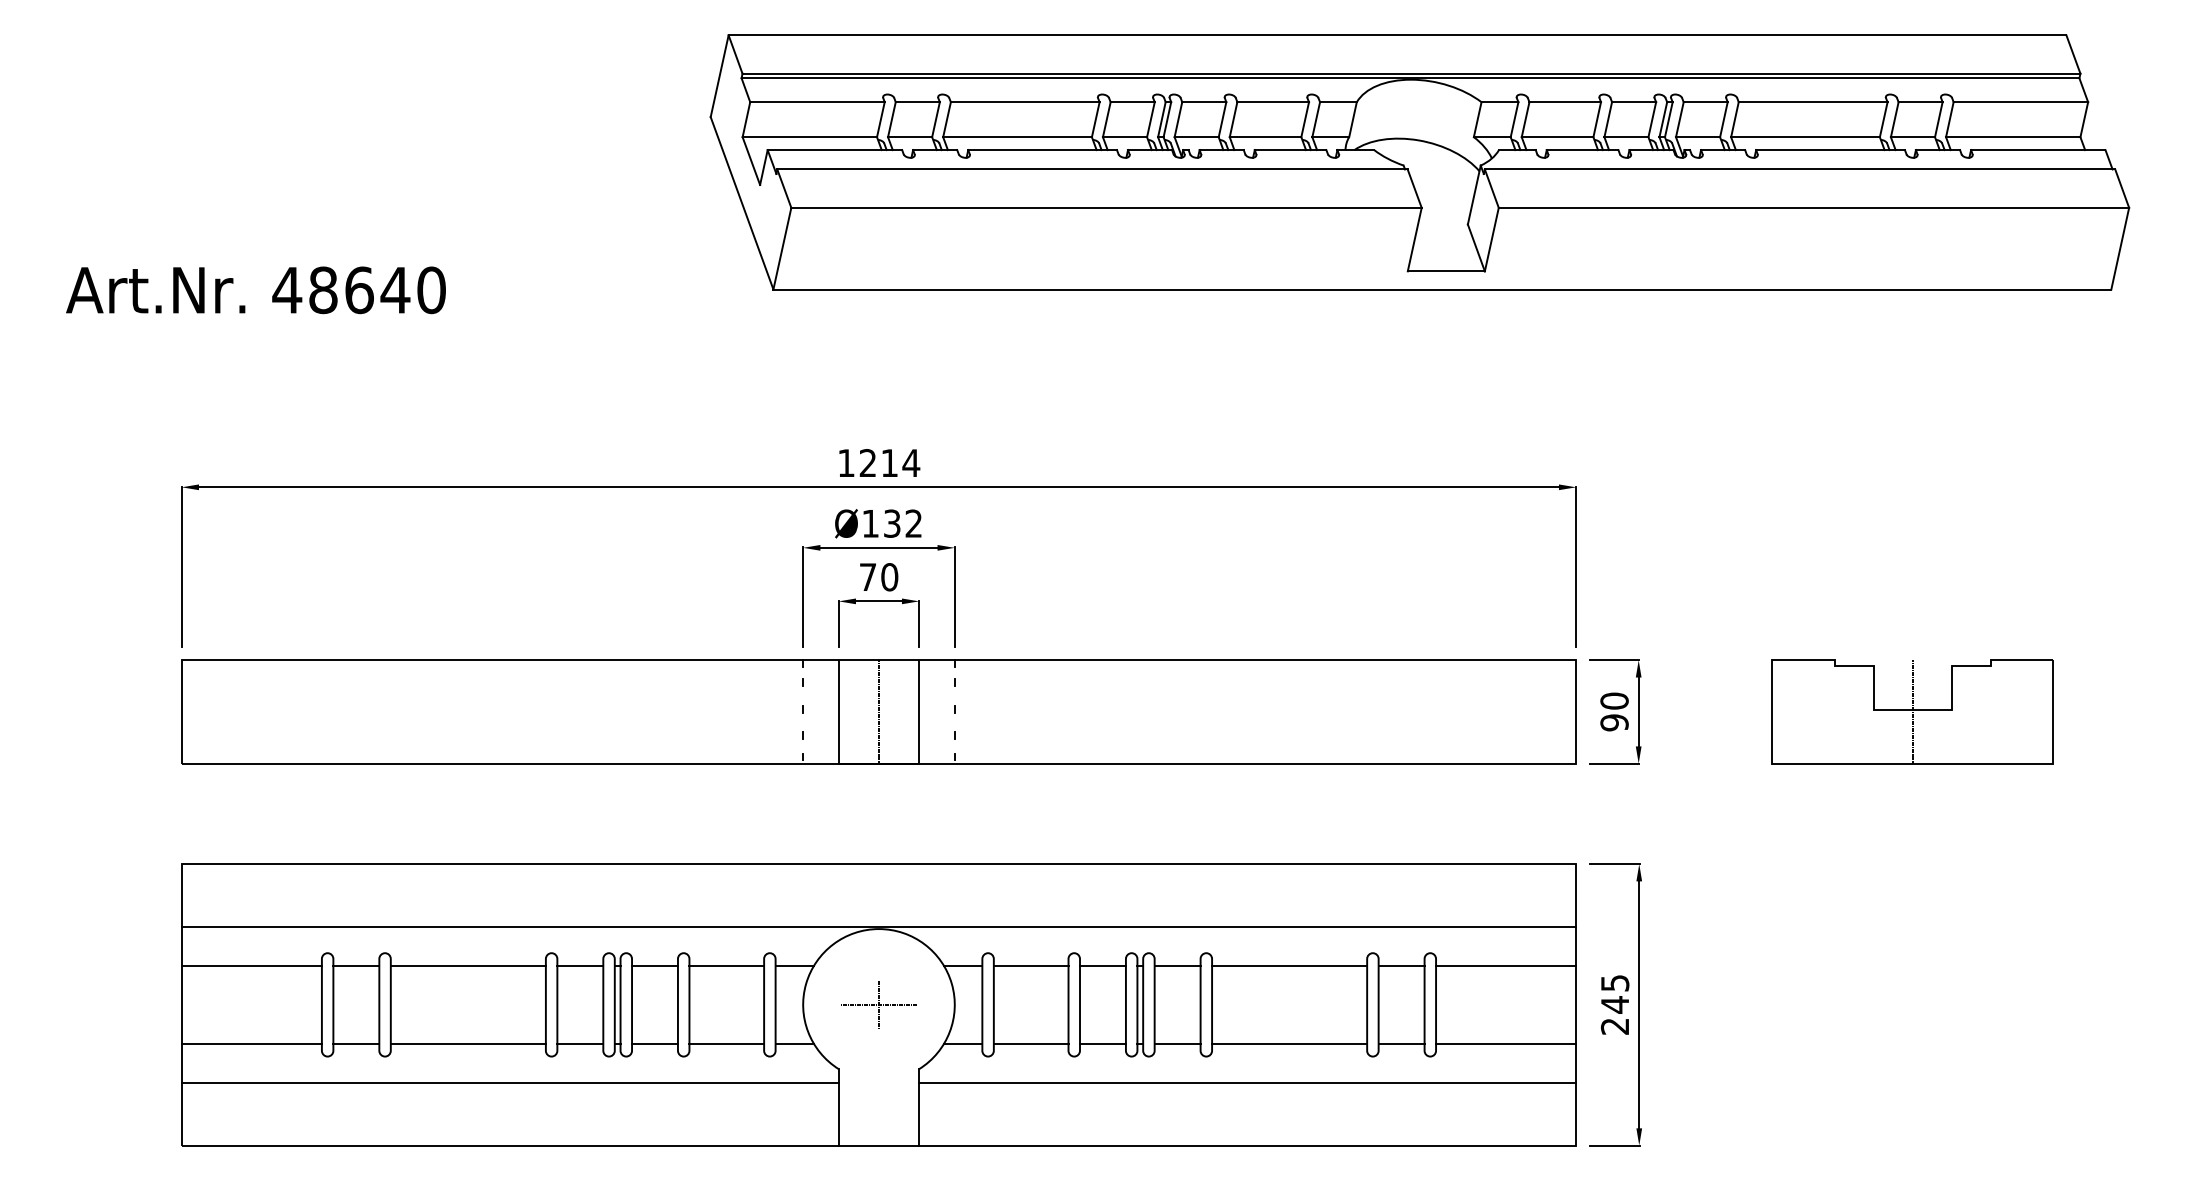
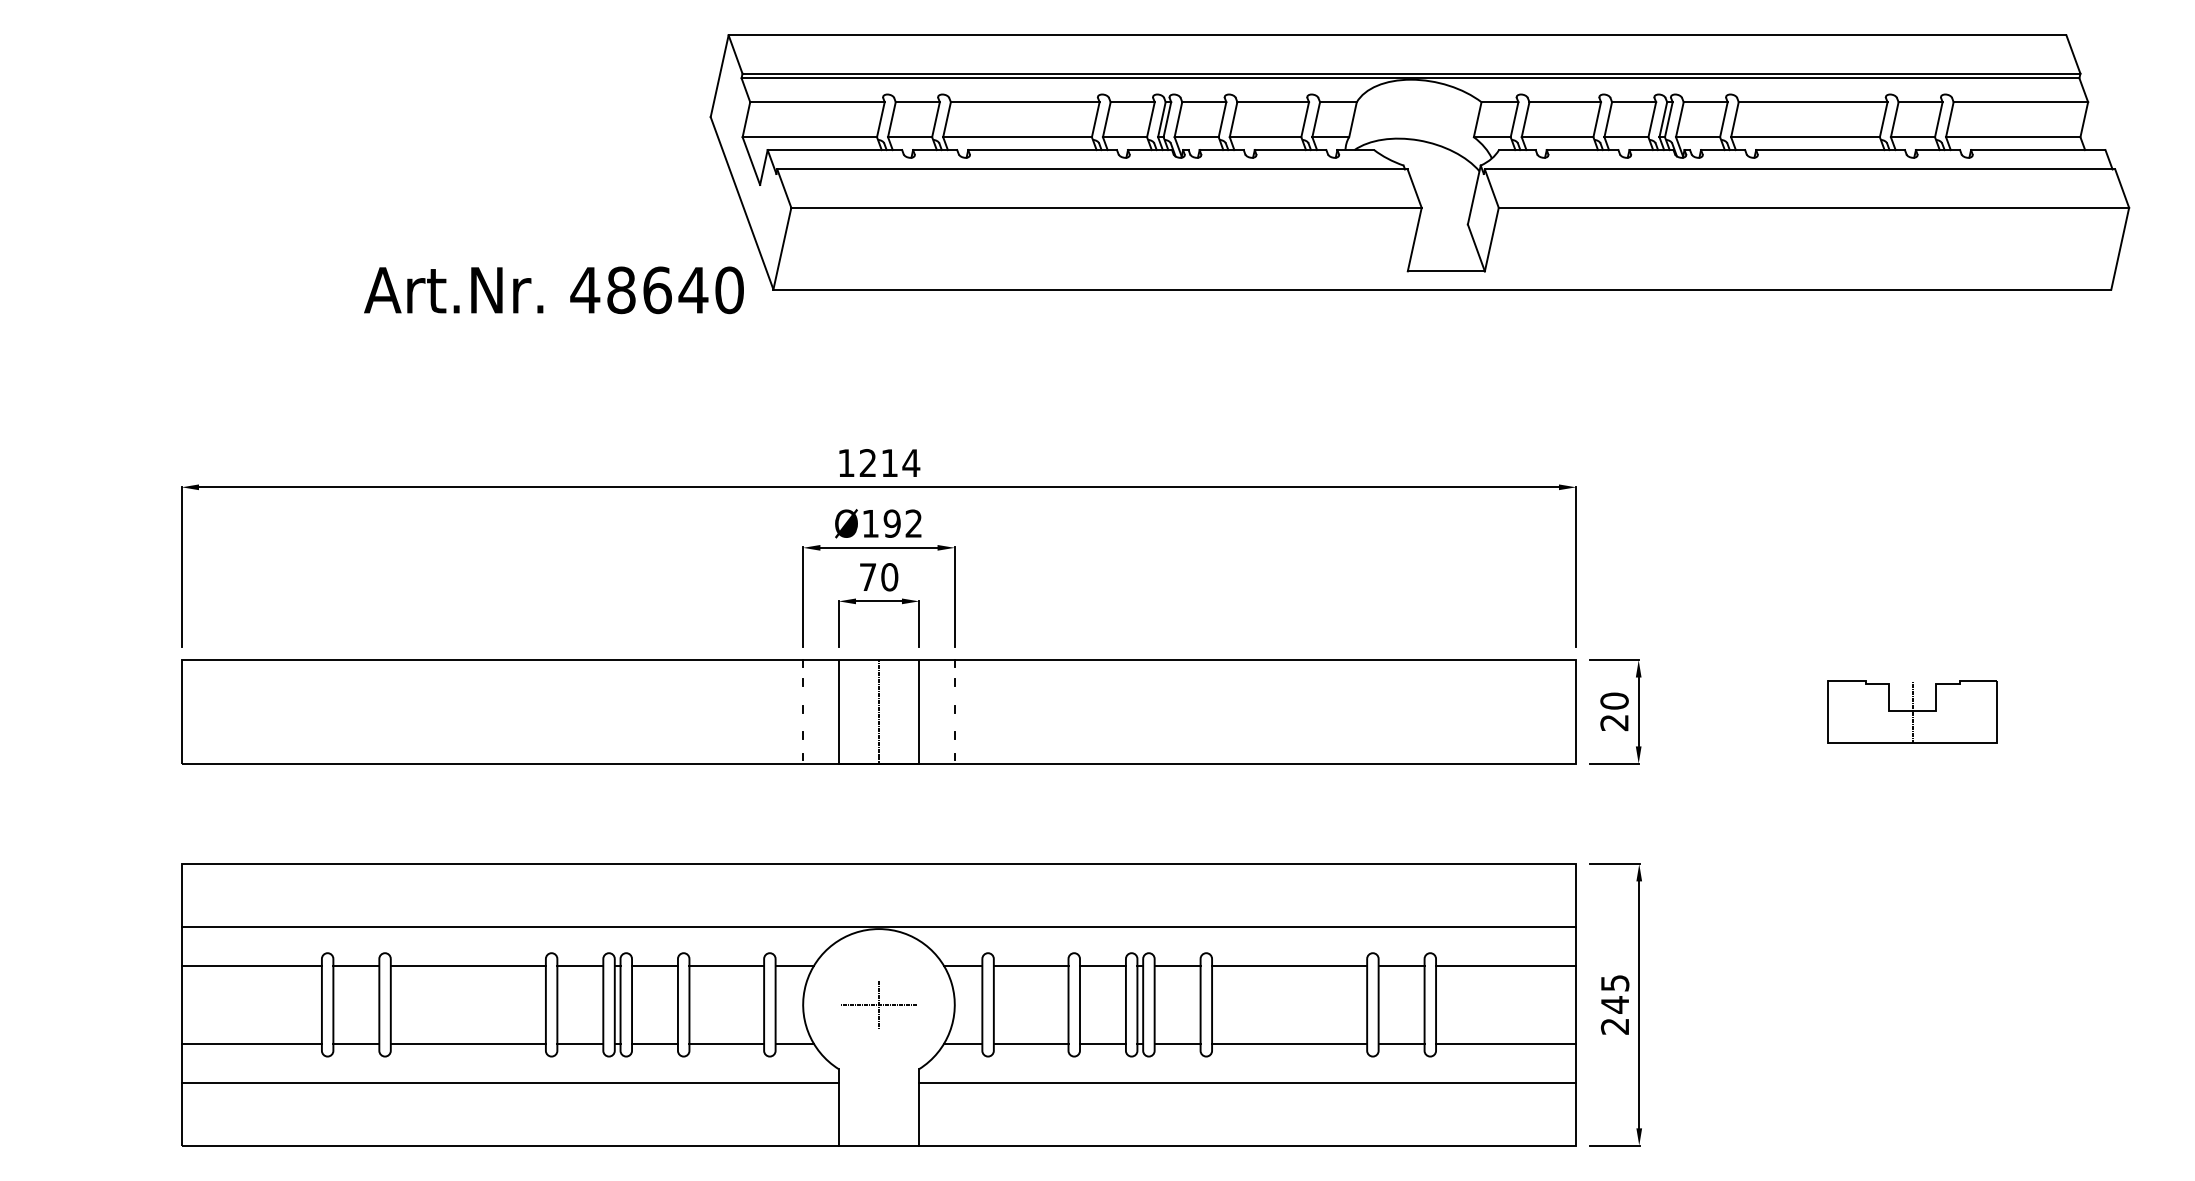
text at (255, 290) position: (255, 290) -> (553, 290)
text at (891, 523): Ø132 -> Ø192
part at (1912, 711) size: 283x106 px -> 171x64 px
text at (1614, 722): 90 -> 20
